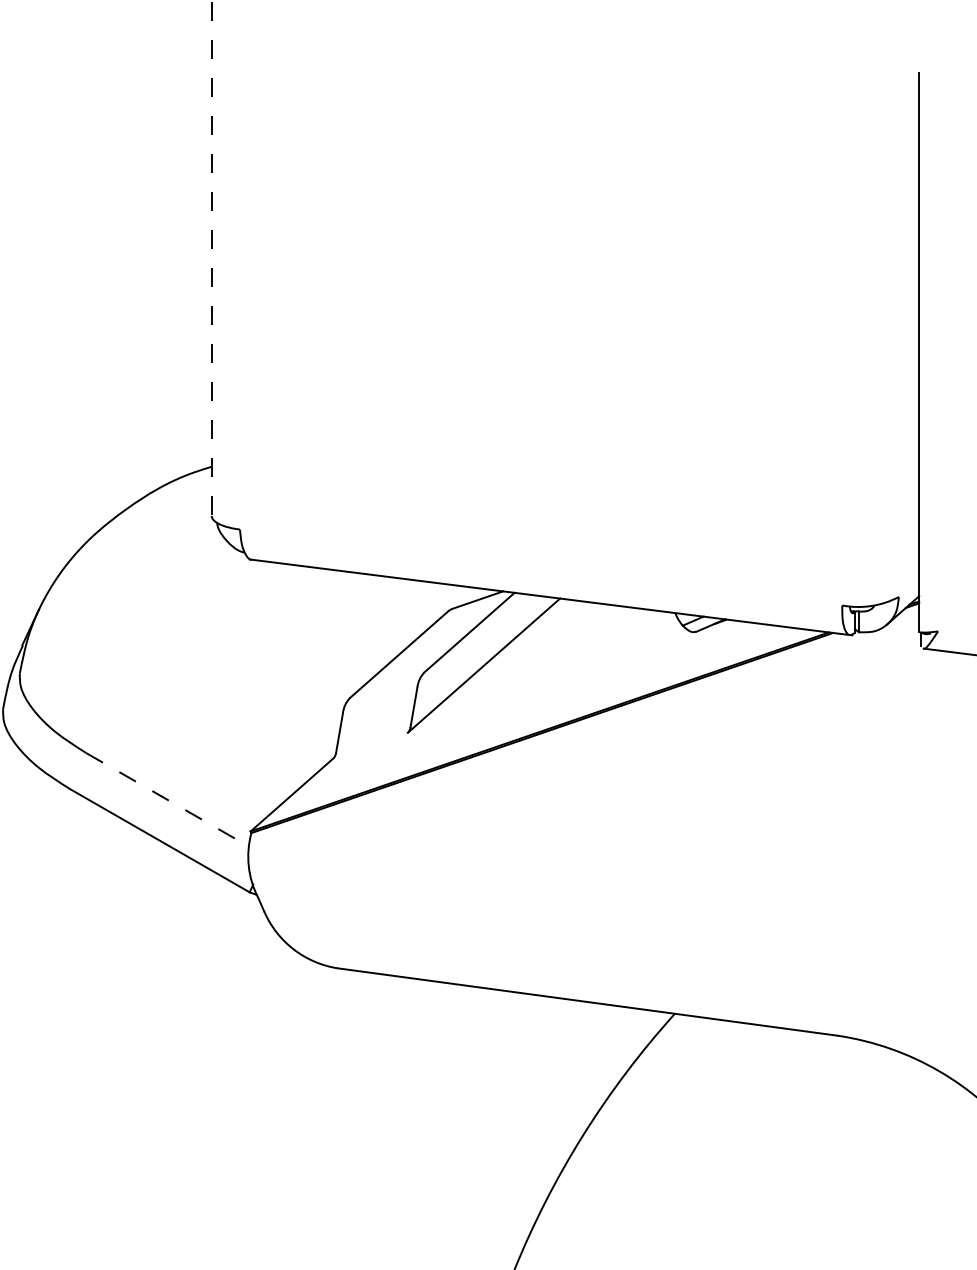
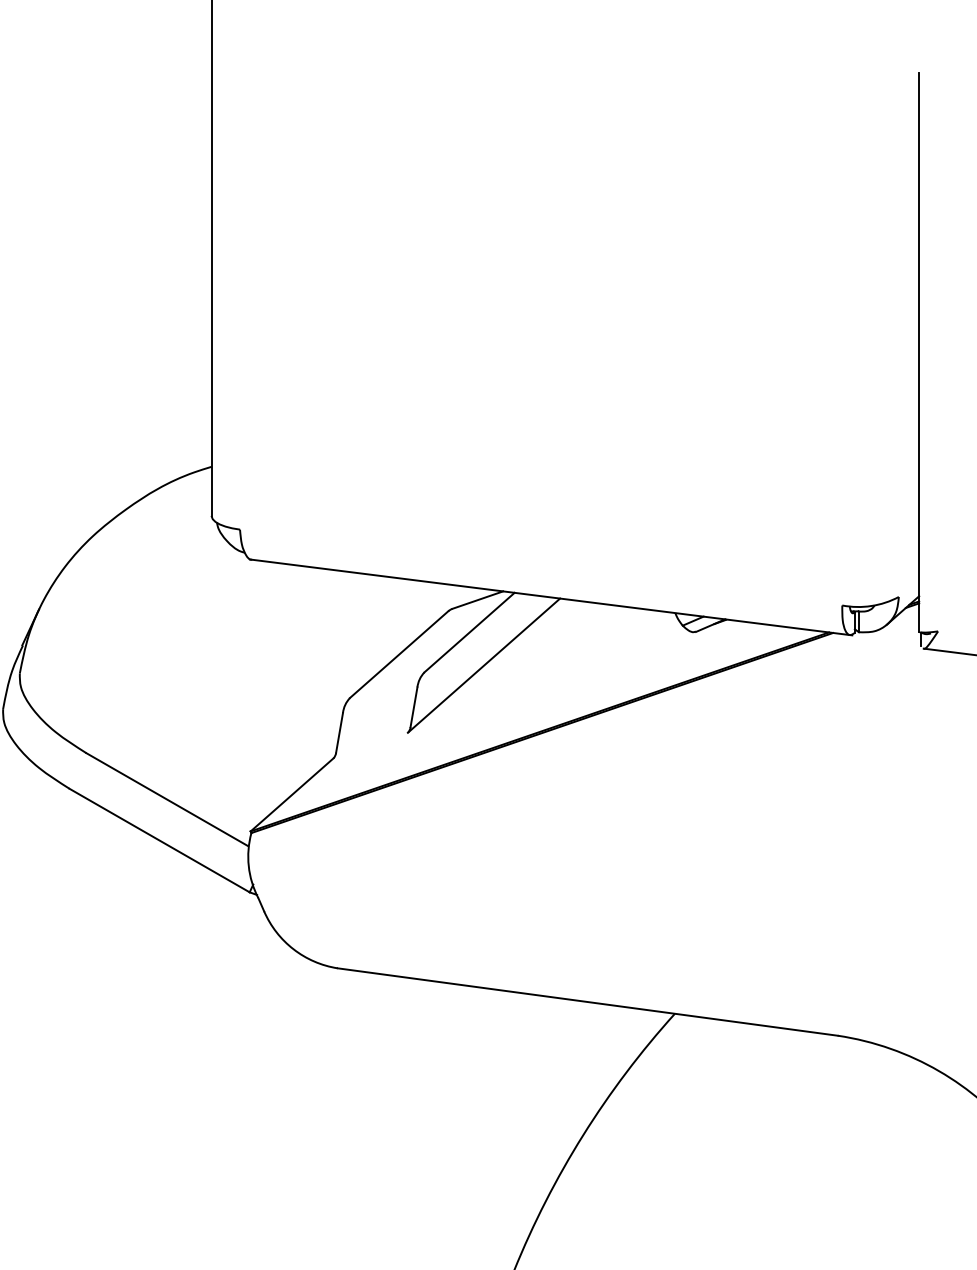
line at (211, 257): dashed -> solid
line at (167, 799): dashed -> solid
